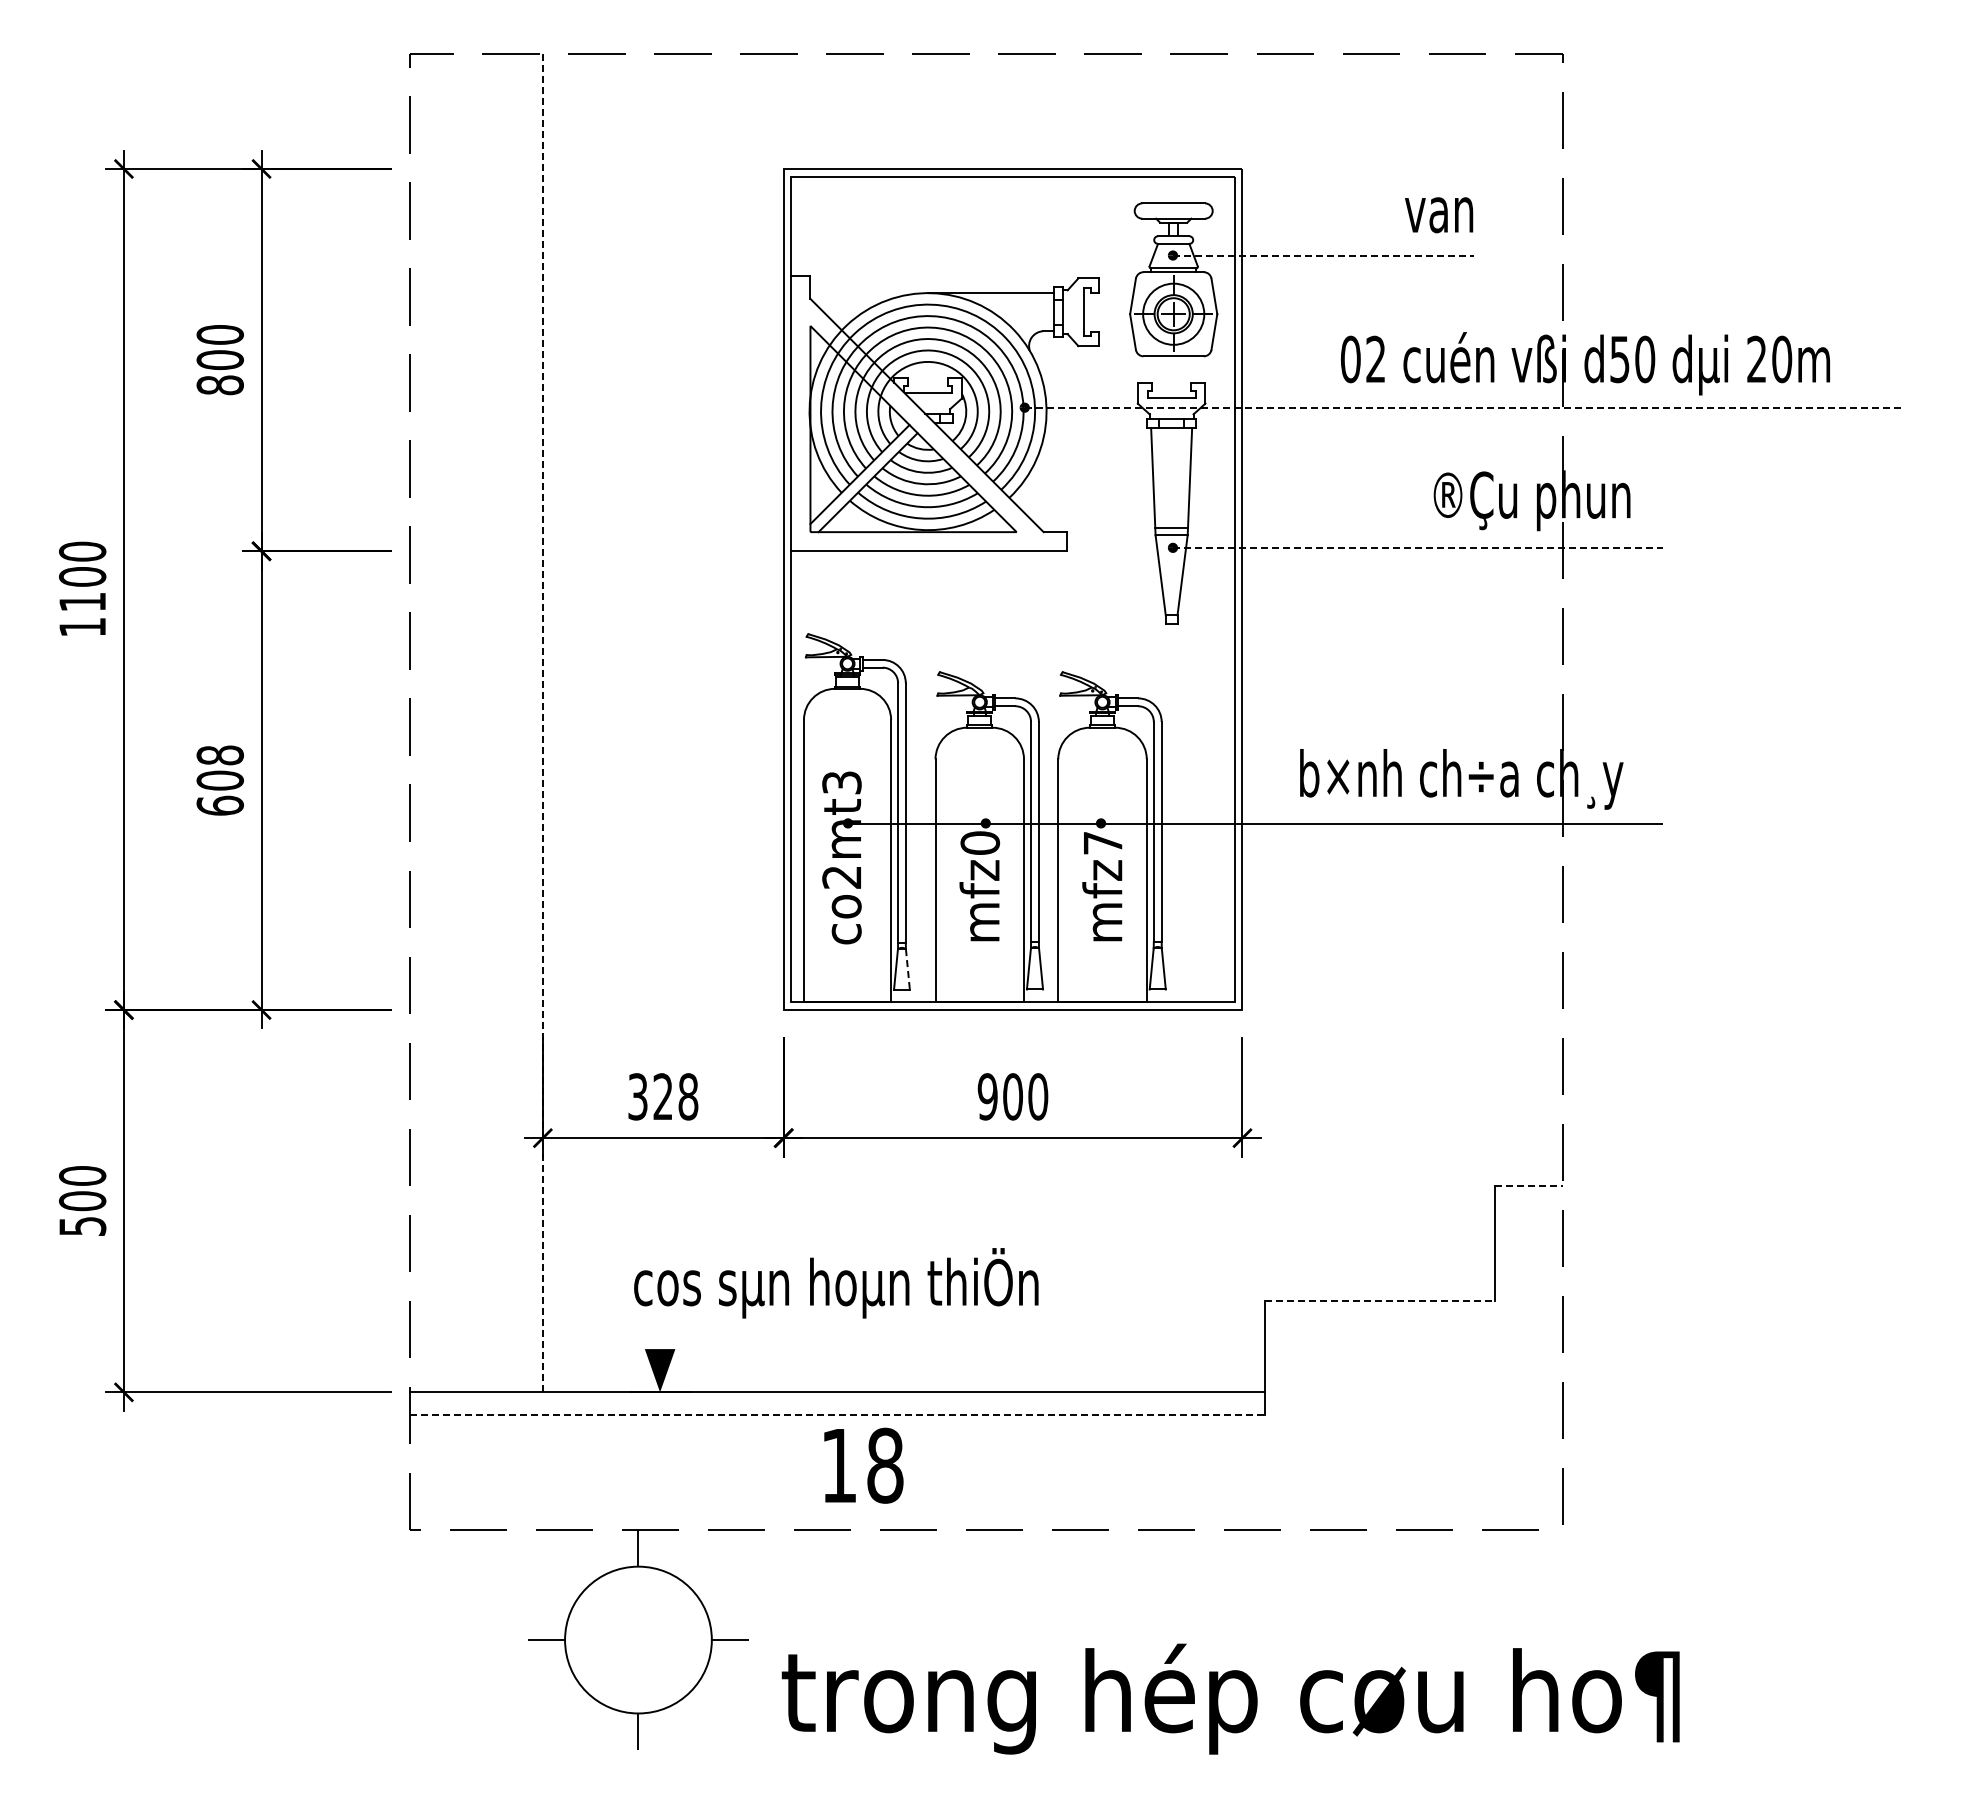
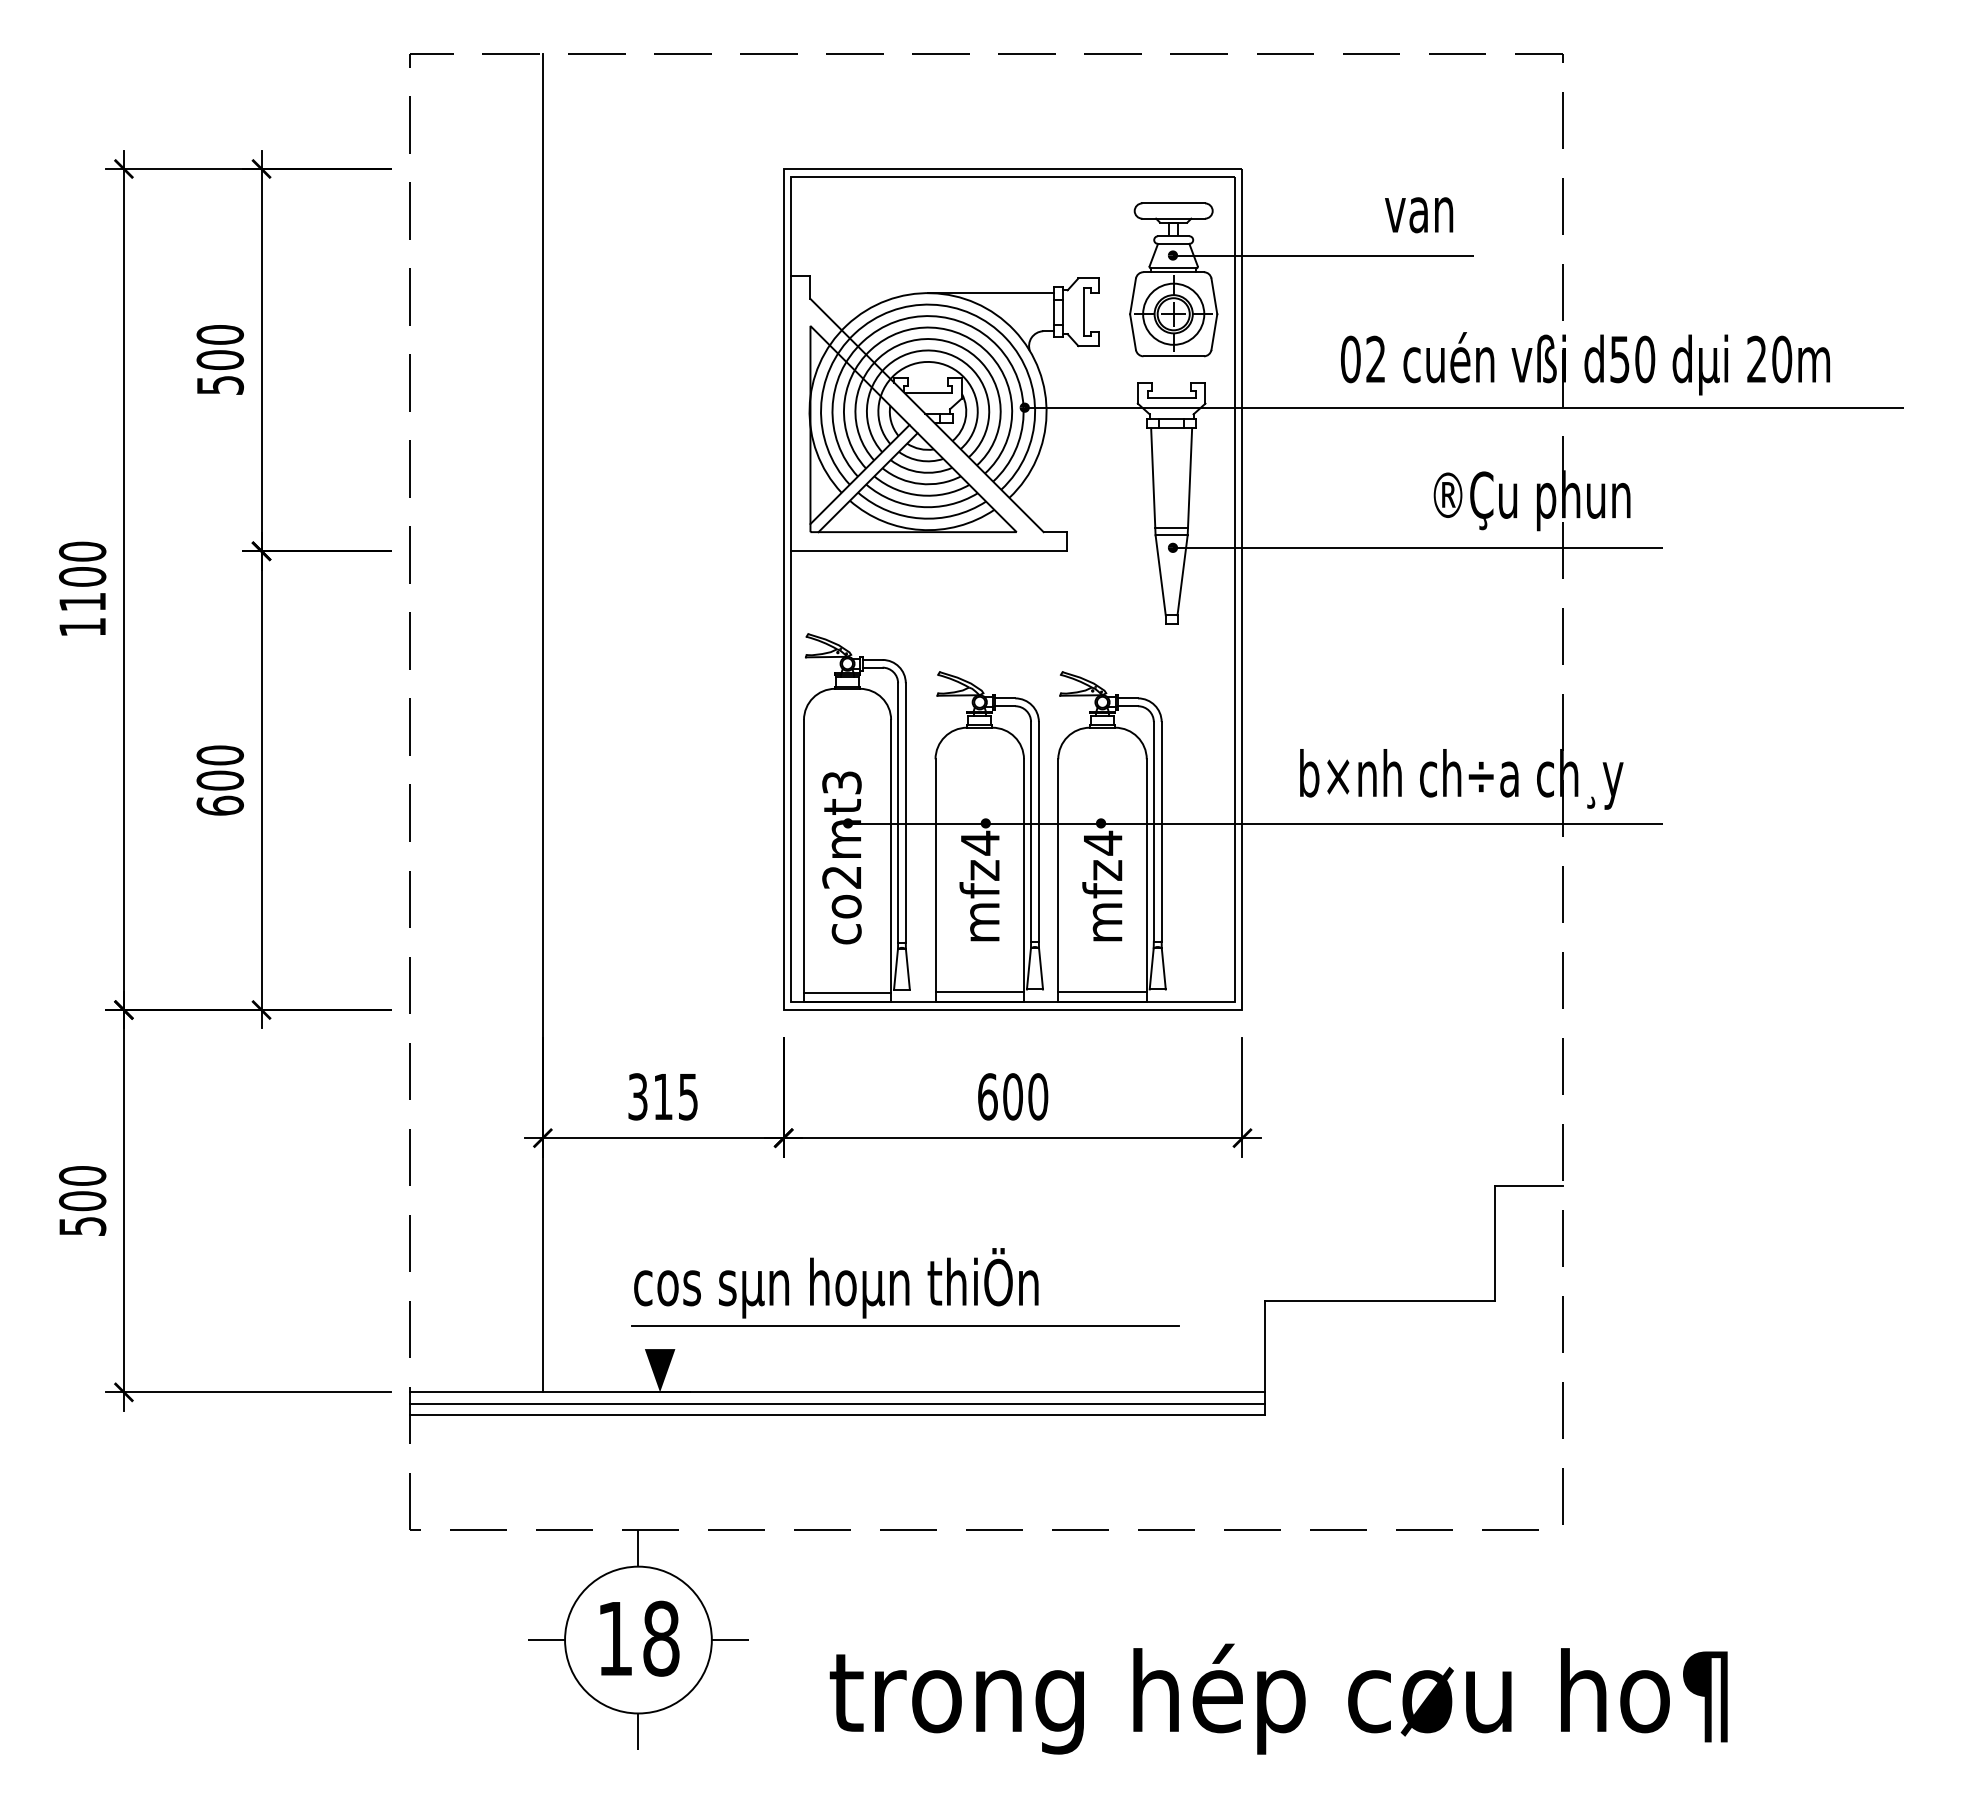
text at (1439, 215) position: (1439, 215) -> (1419, 215)
line at (1323, 255): dashed -> solid
text at (219, 385): 800 -> 500
line at (1464, 407): dashed -> solid
line at (1418, 547): dashed -> solid
line at (542, 723): dashed -> solid
text at (219, 755): 608 -> 600
text at (980, 842): mfz0 -> mfz4
text at (1103, 842): mfz7 -> mfz4
line at (907, 969): dashed -> solid
line at (847, 992): none -> present
line at (979, 992): none -> present
line at (1102, 992): none -> present
text at (675, 1096): 328 -> 315
text at (987, 1096): 900 -> 600
line at (1529, 1185): dashed -> solid
line at (1380, 1300): dashed -> solid
line at (905, 1325): none -> present
line at (837, 1403): none -> present
line at (837, 1415): dashed -> solid
text at (863, 1465) position: (863, 1465) -> (639, 1638)
text at (1230, 1698) position: (1230, 1698) -> (1278, 1698)
